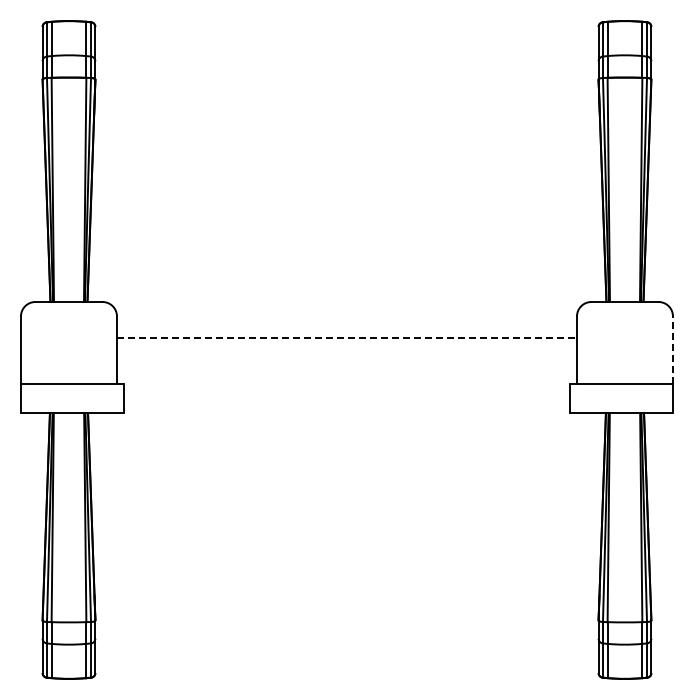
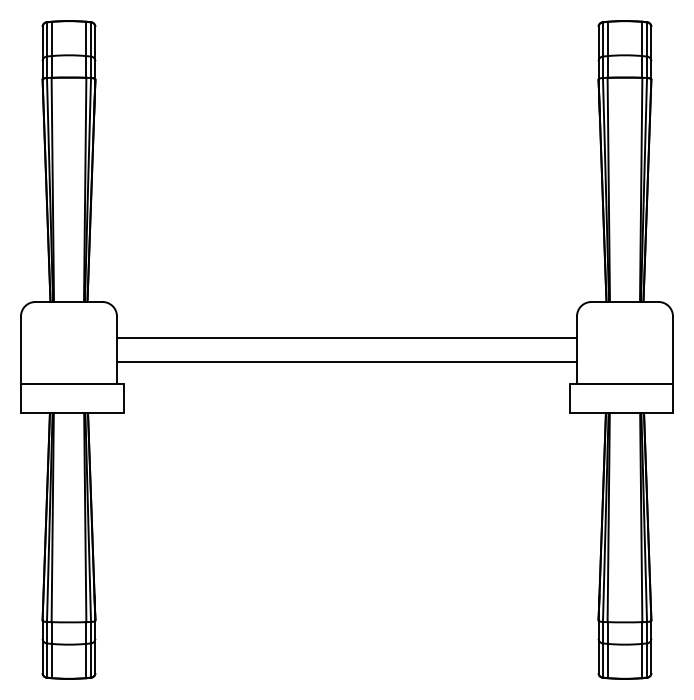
line at (347, 337): dashed -> solid
line at (672, 349): dashed -> solid
line at (346, 362): none -> present
